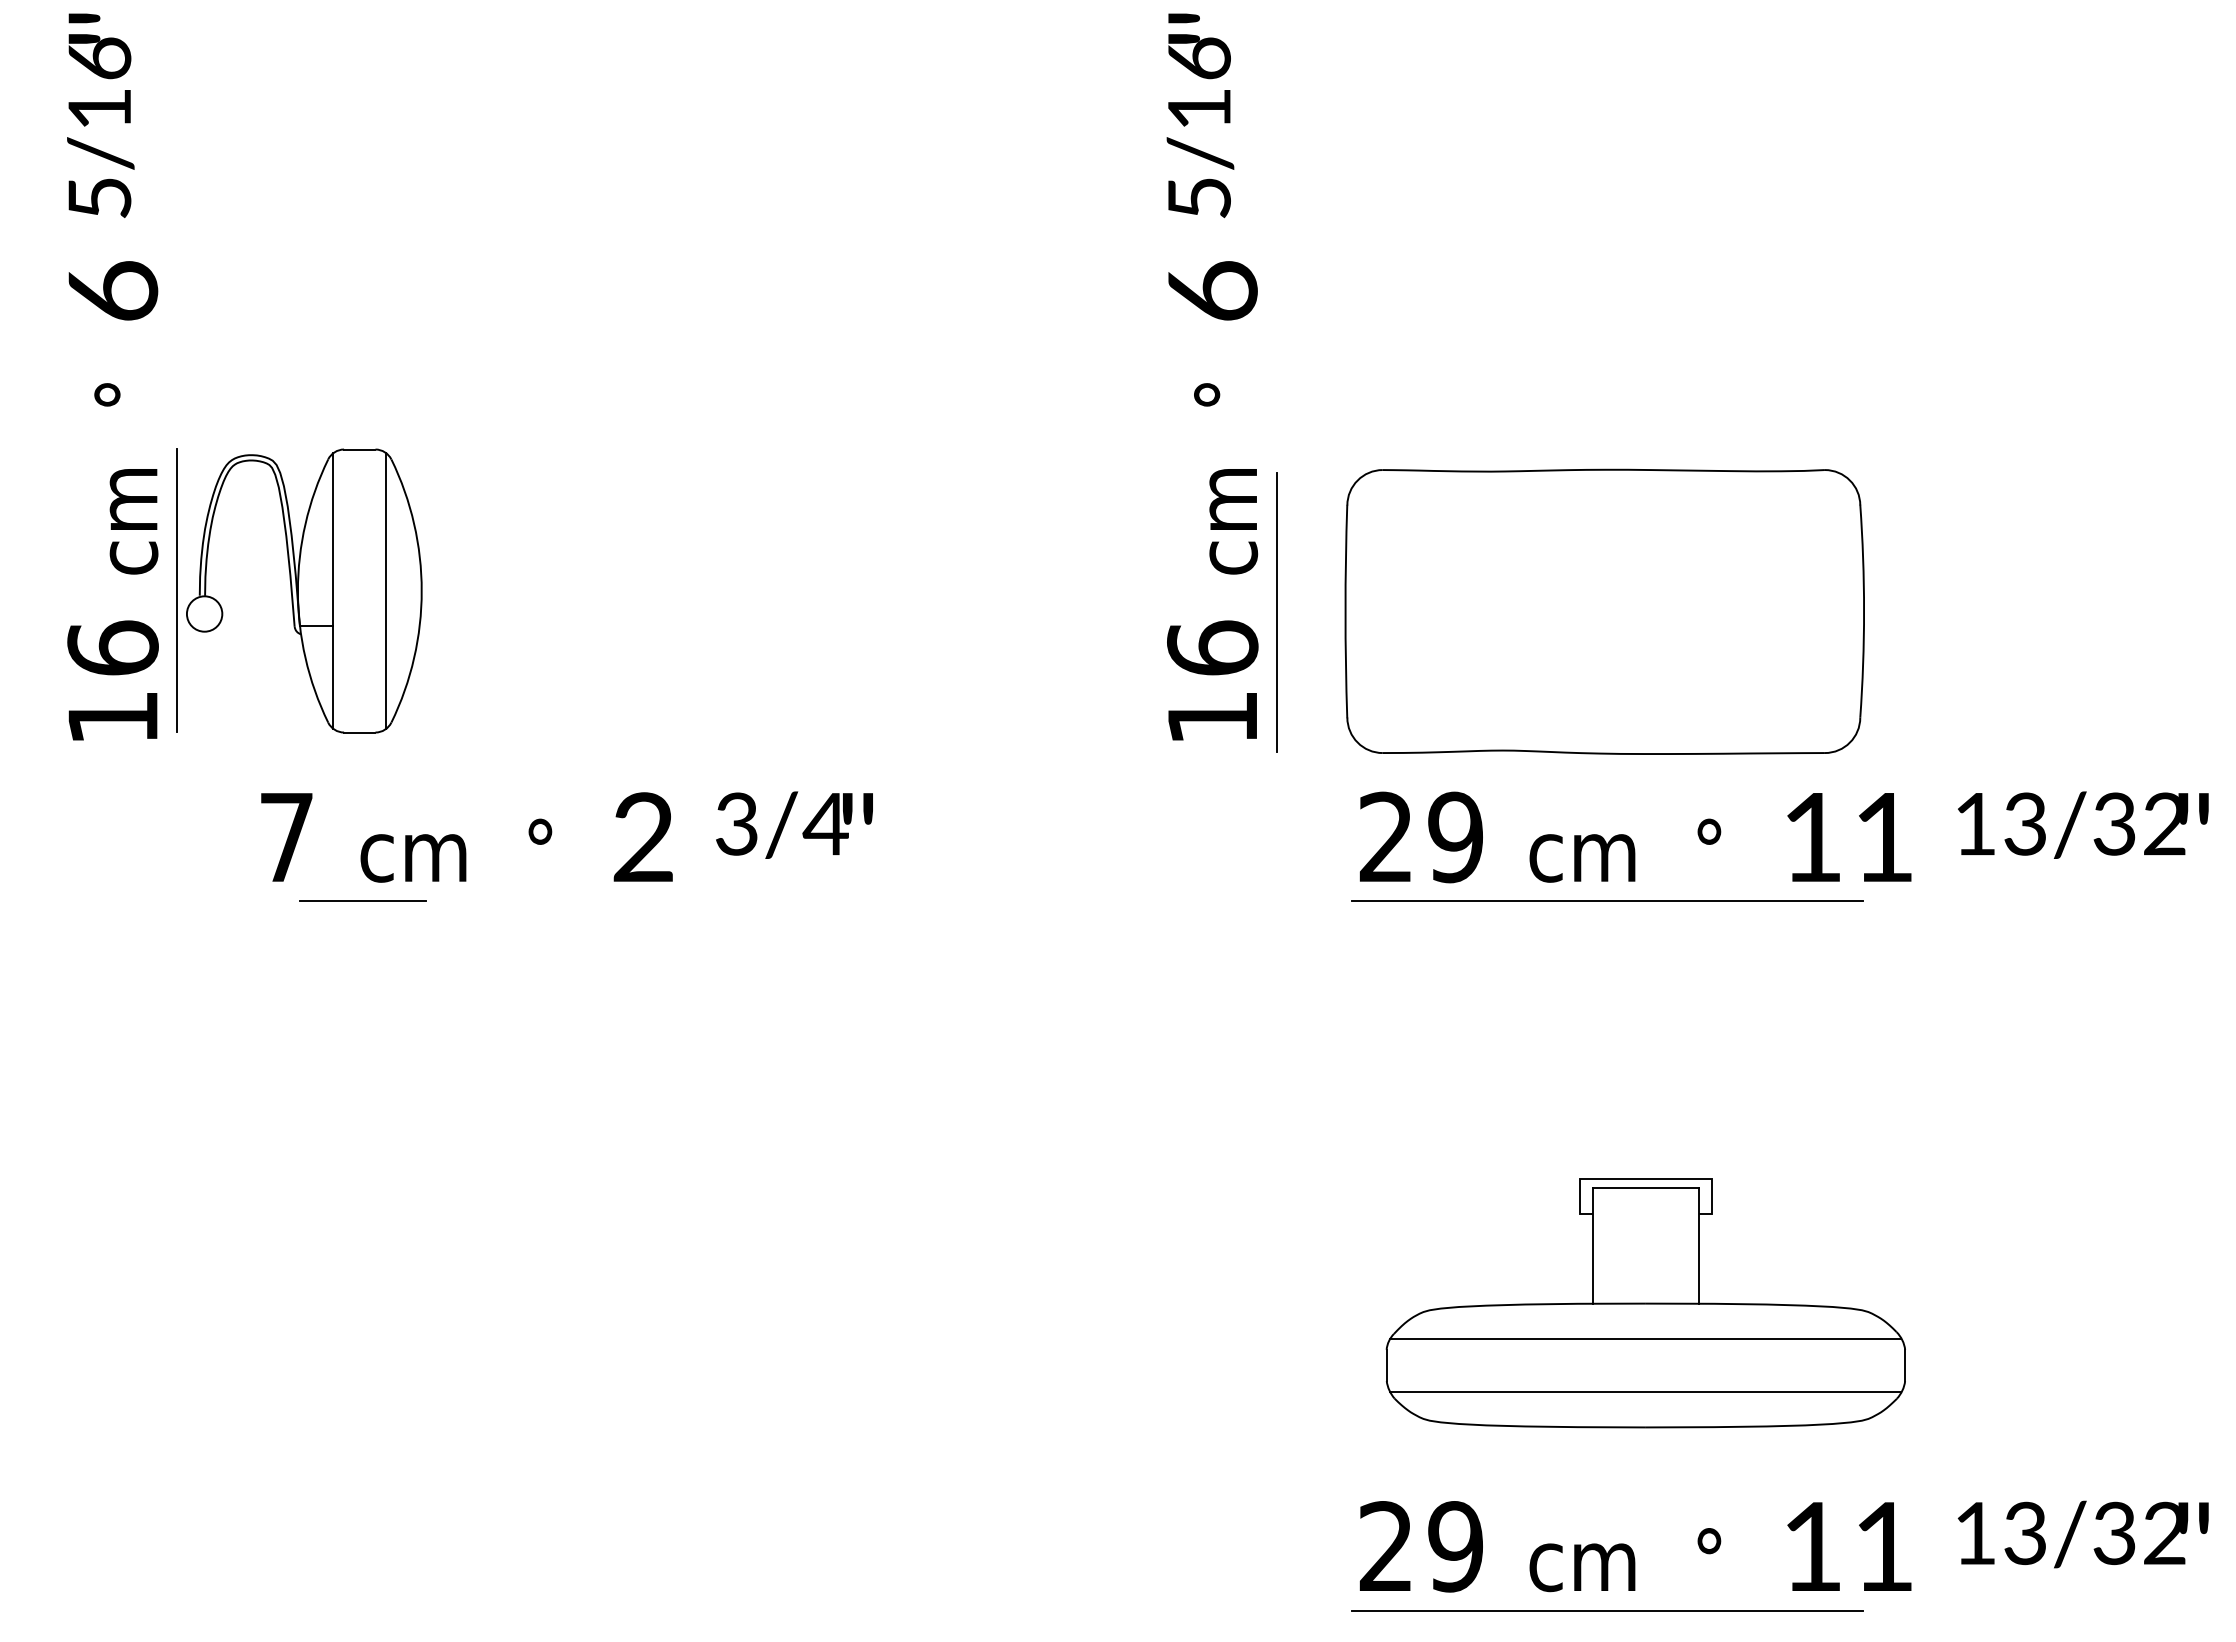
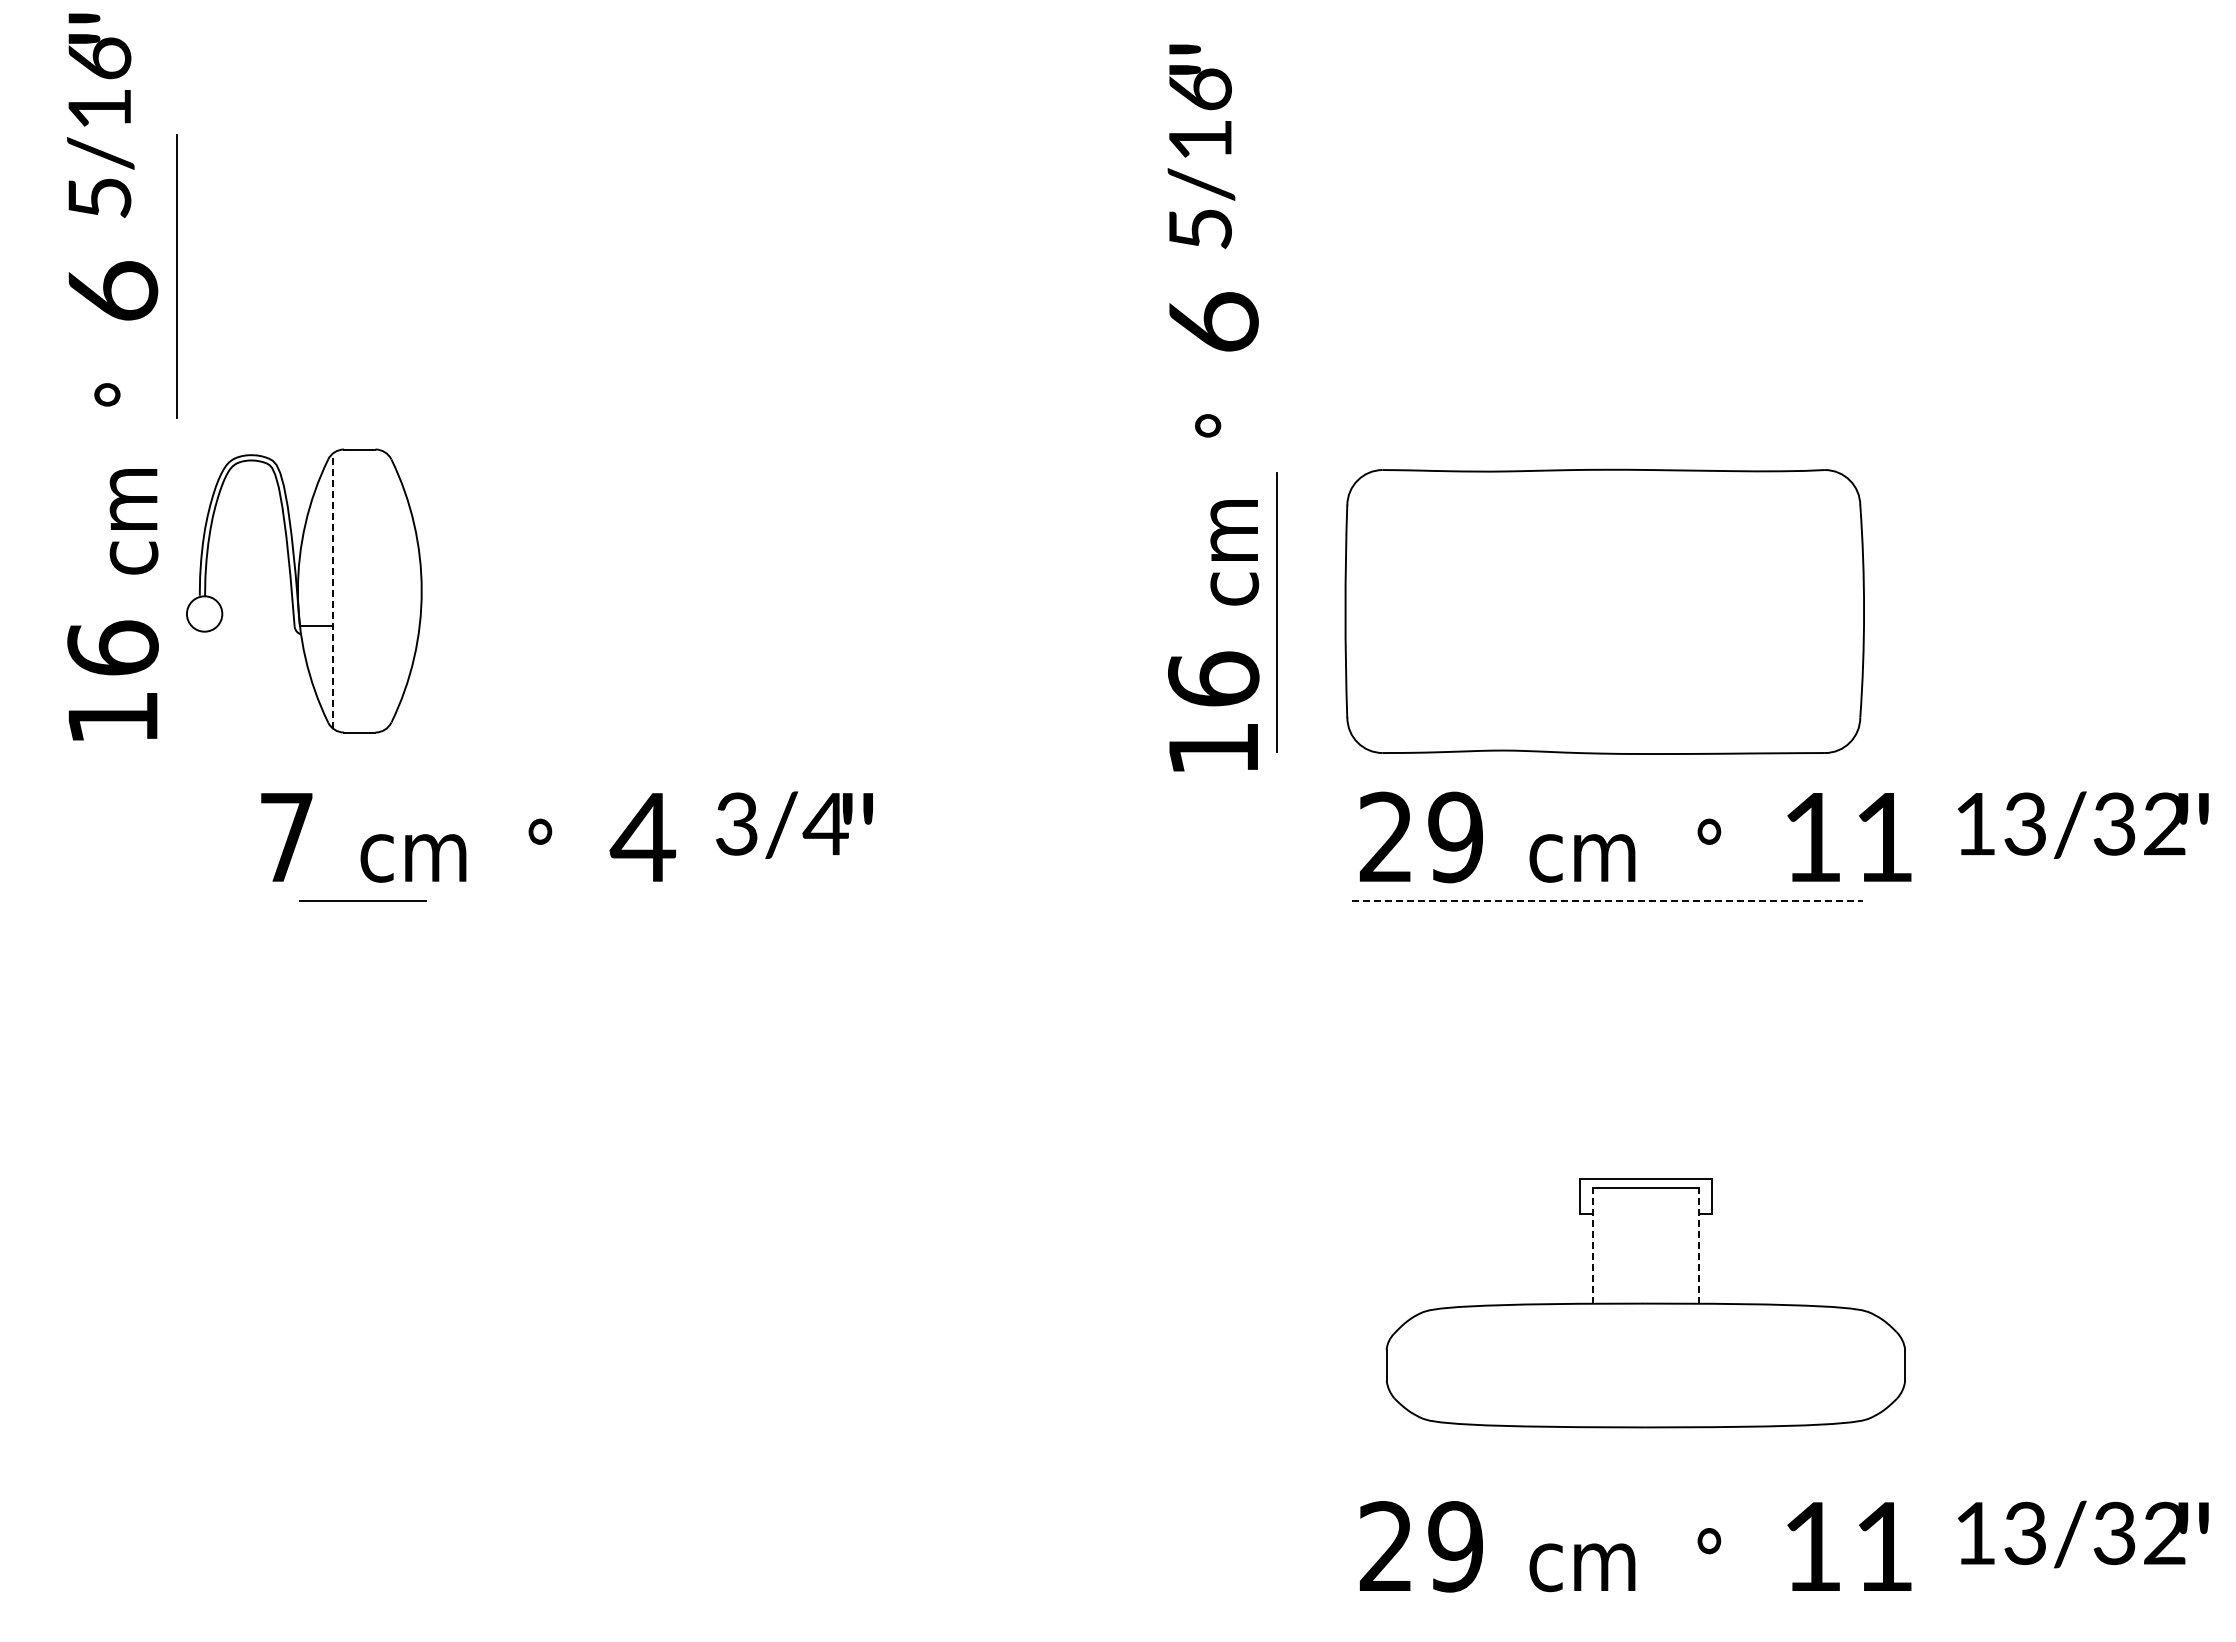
text at (1212, 376) position: (1212, 376) -> (1213, 407)
line at (176, 590) position: (176, 590) -> (176, 276)
line at (386, 590): present -> none
line at (333, 591): solid -> dashed
text at (642, 836): 2 -> 4
line at (1607, 901): solid -> dashed
line at (1592, 1245): solid -> dashed
line at (1698, 1245): solid -> dashed
line at (1645, 1338): present -> none
line at (1645, 1392): present -> none
line at (1607, 1610): present -> none
